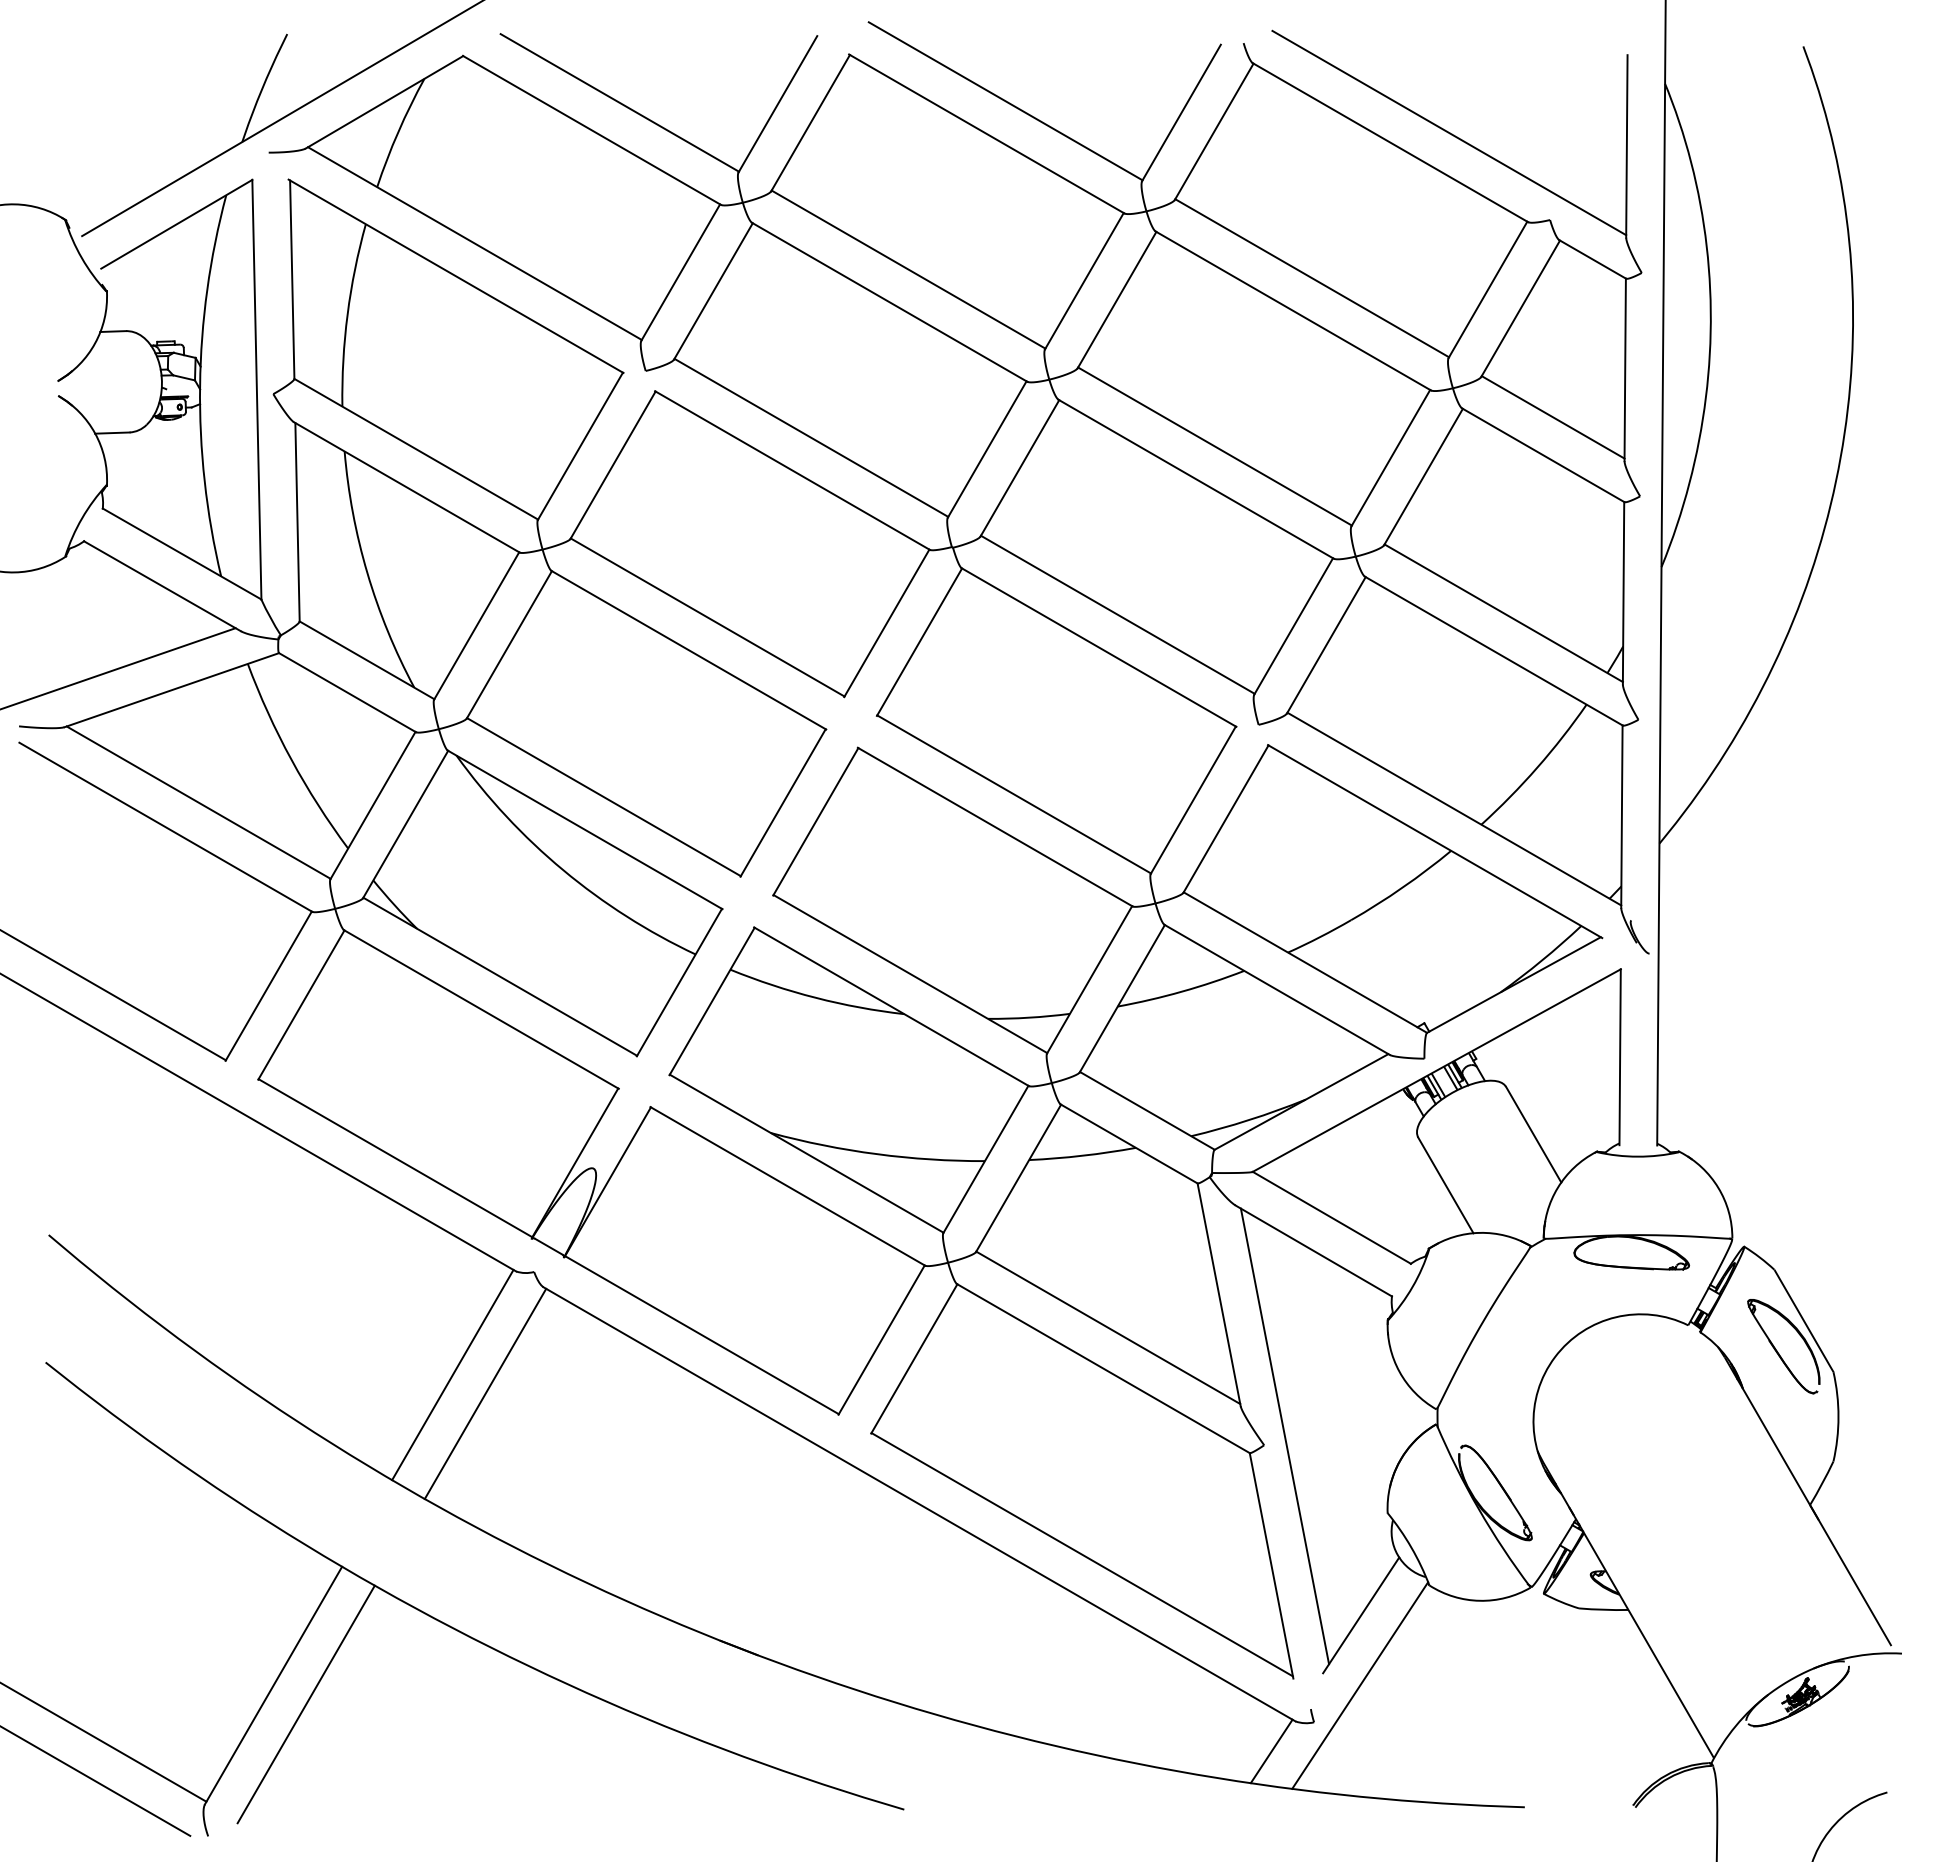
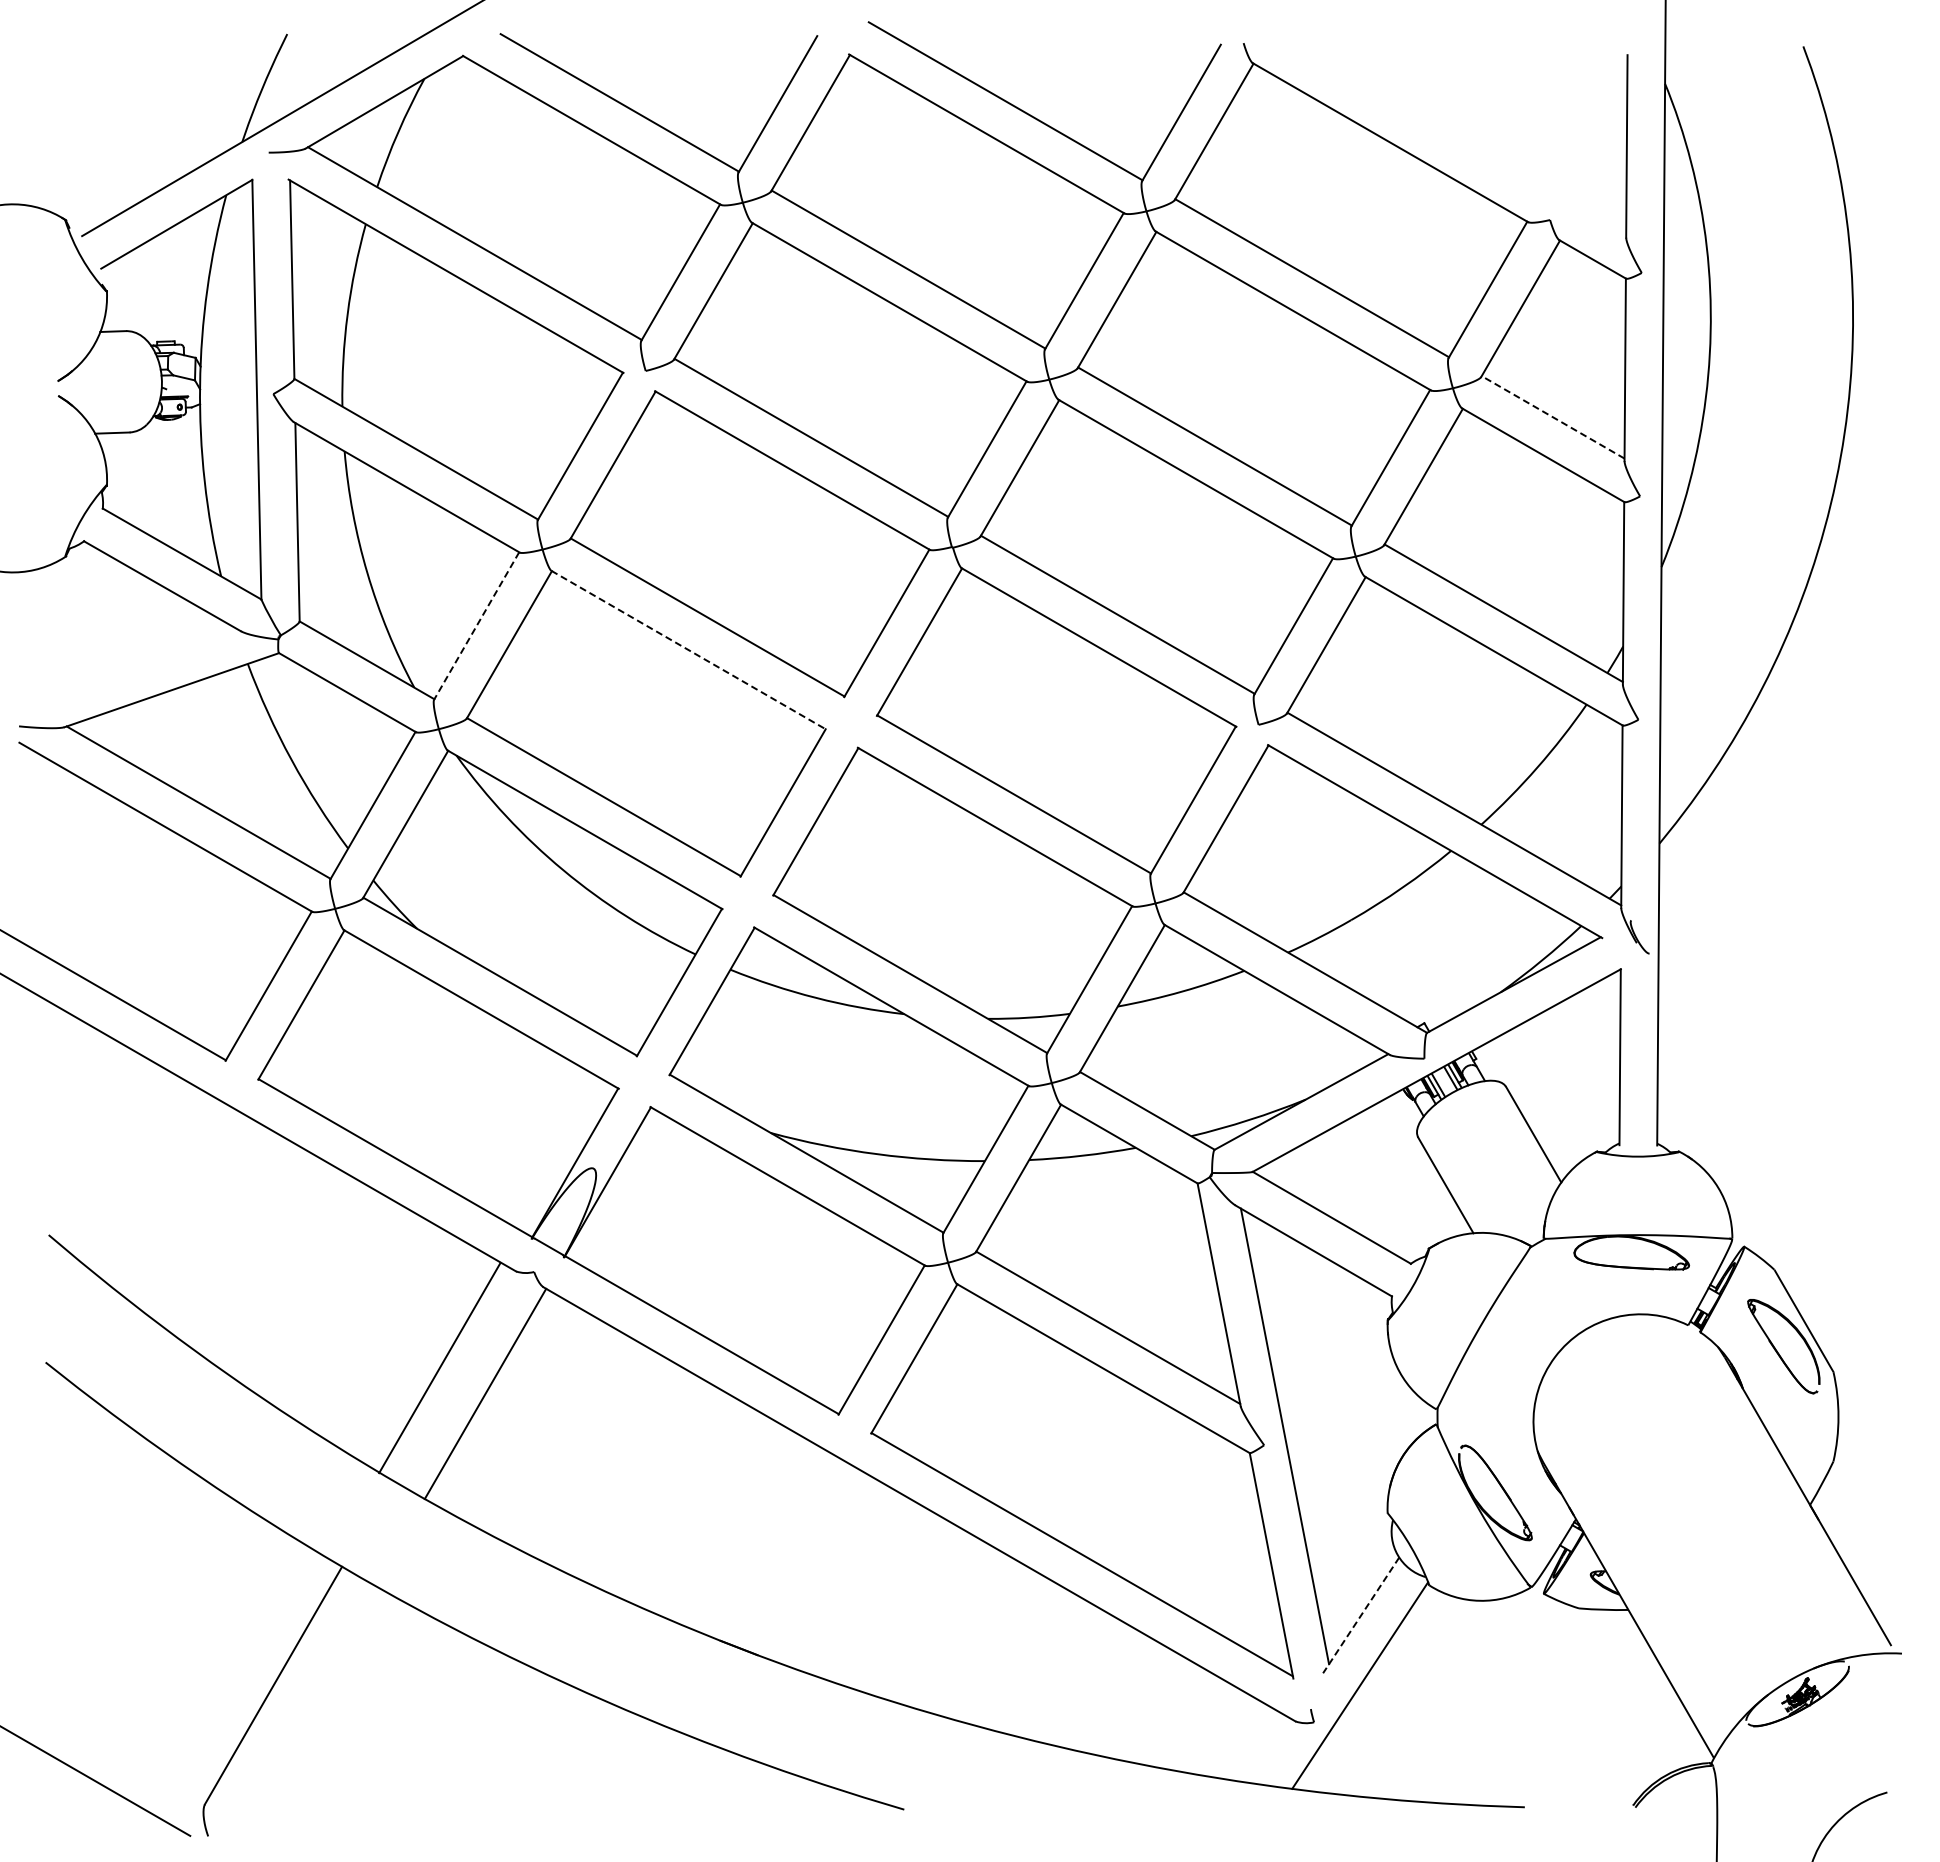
line at (1449, 132): present -> none
line at (1552, 417): solid -> dashed
line at (476, 626): solid -> dashed
line at (688, 650): solid -> dashed
line at (118, 668): present -> none
line at (452, 1374) position: (452, 1374) -> (439, 1367)
line at (1360, 1615): solid -> dashed
line at (305, 1704): present -> none
line at (104, 1742): present -> none
line at (1271, 1751): present -> none
